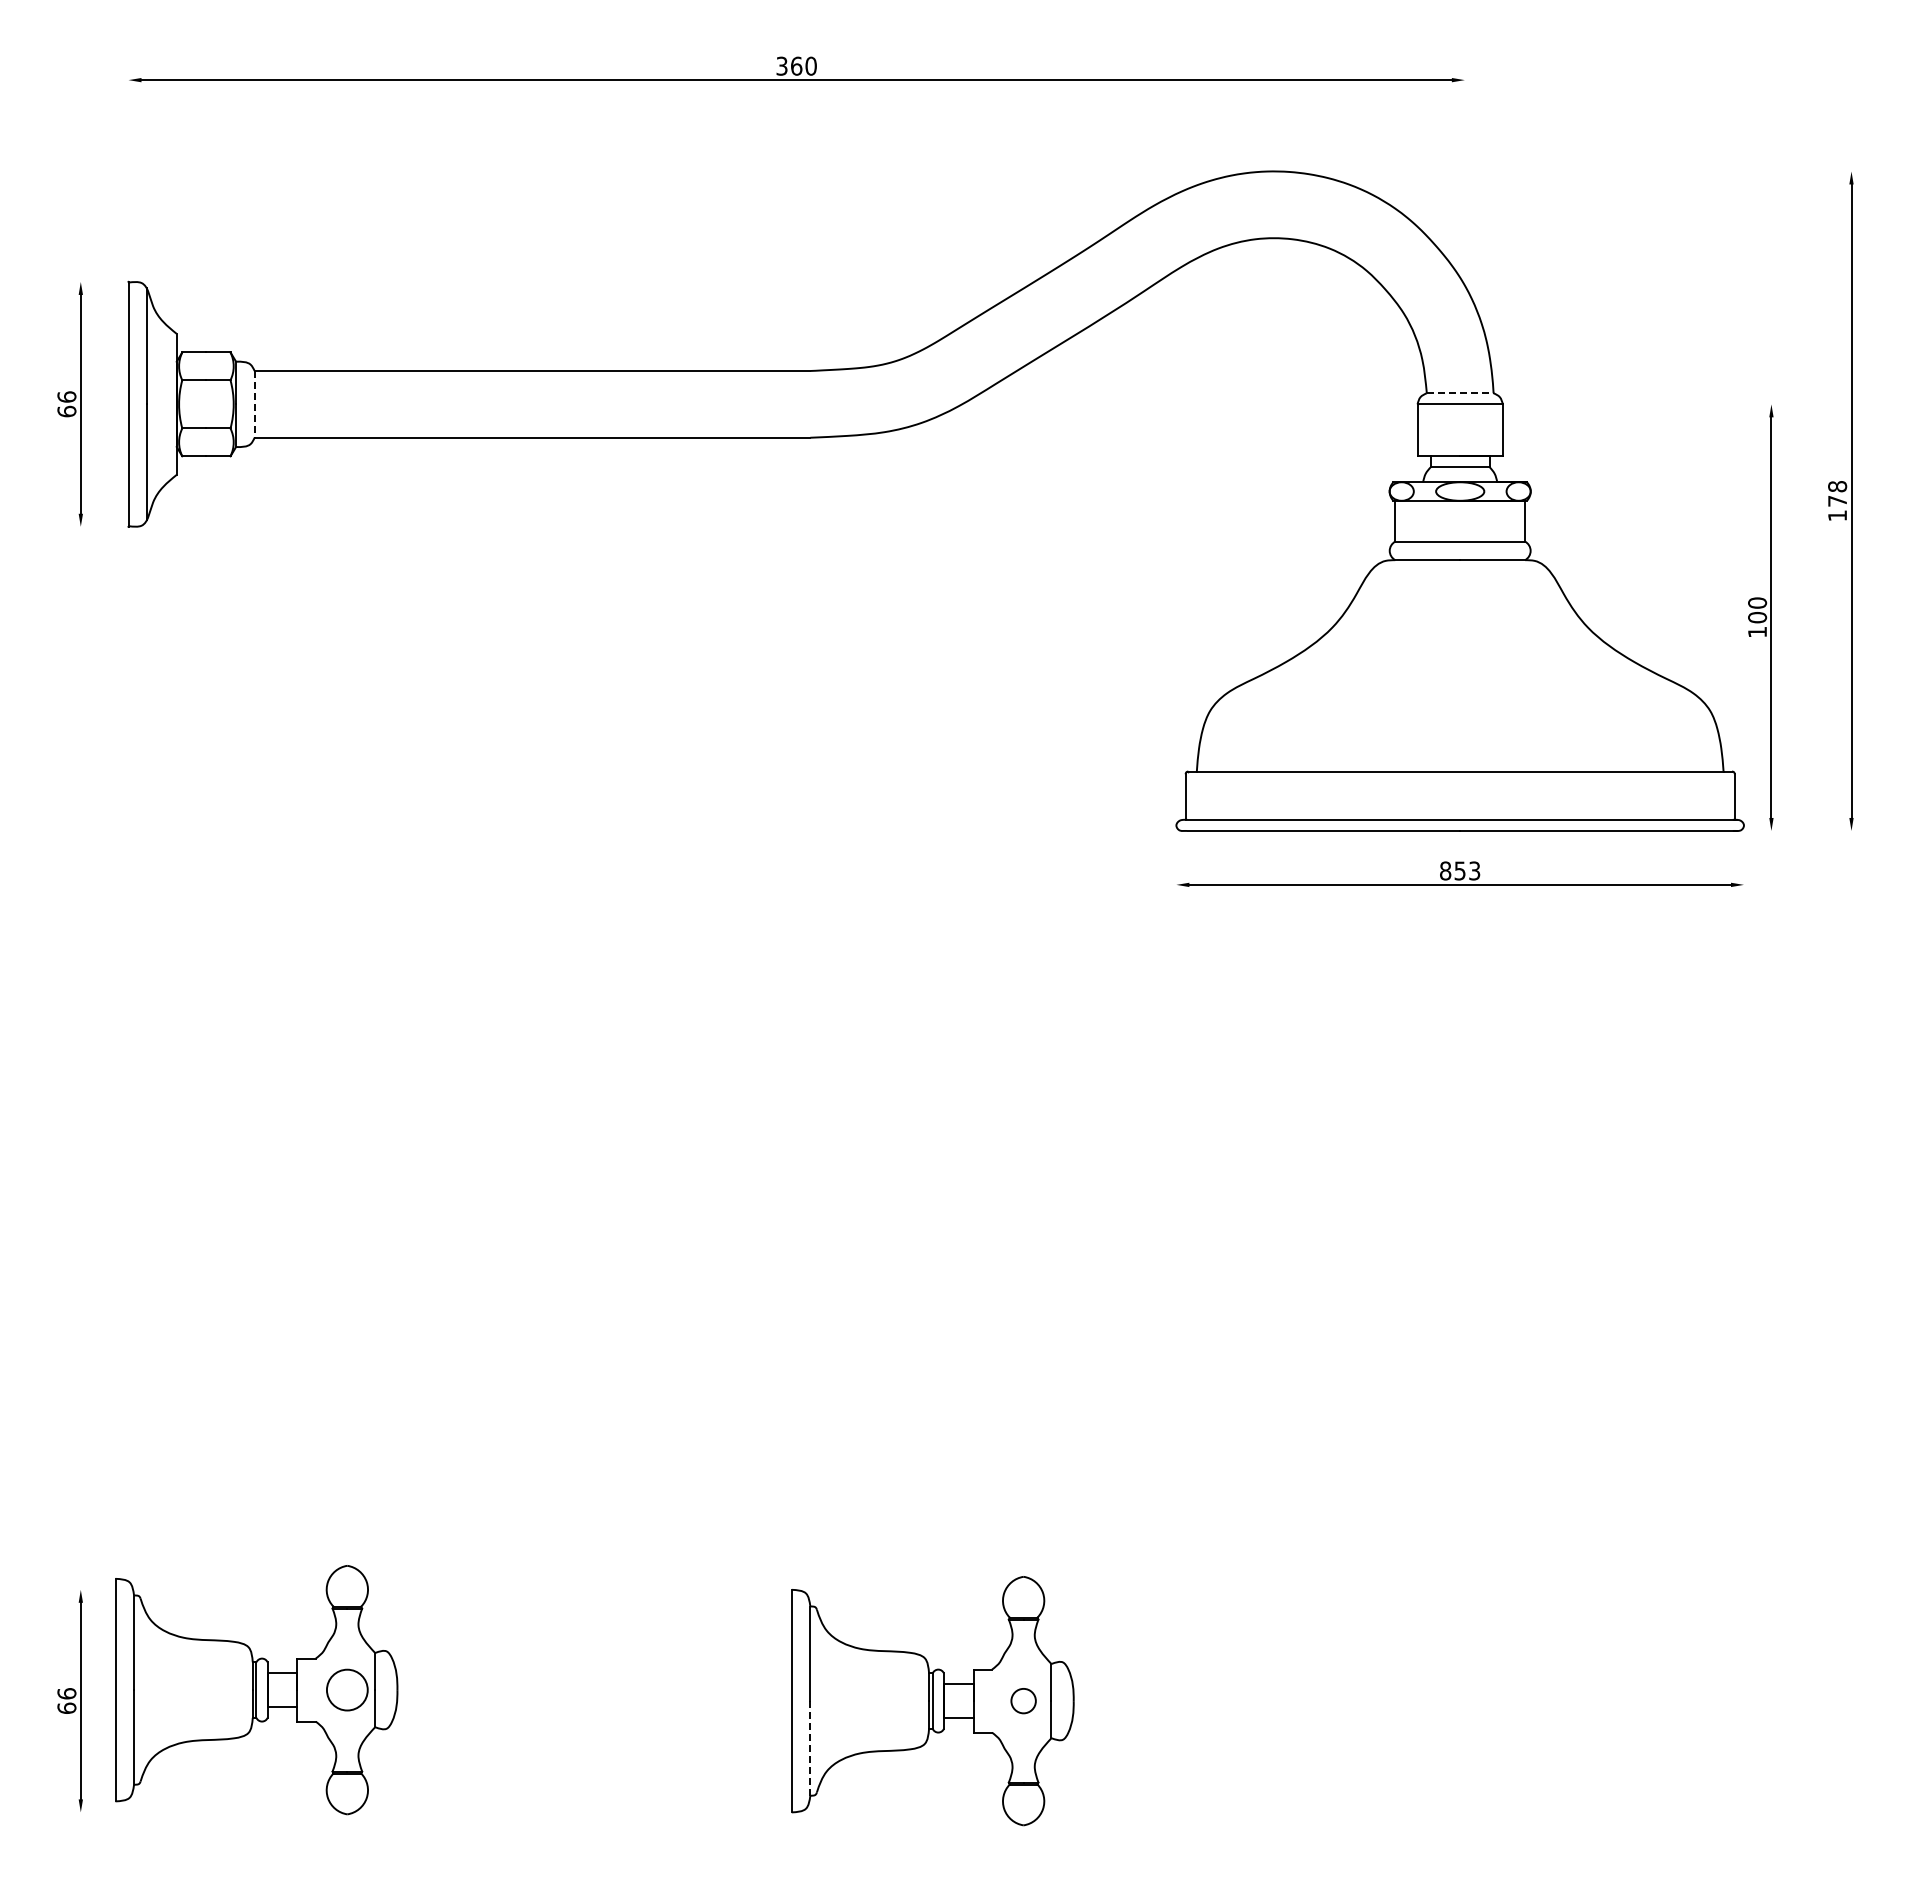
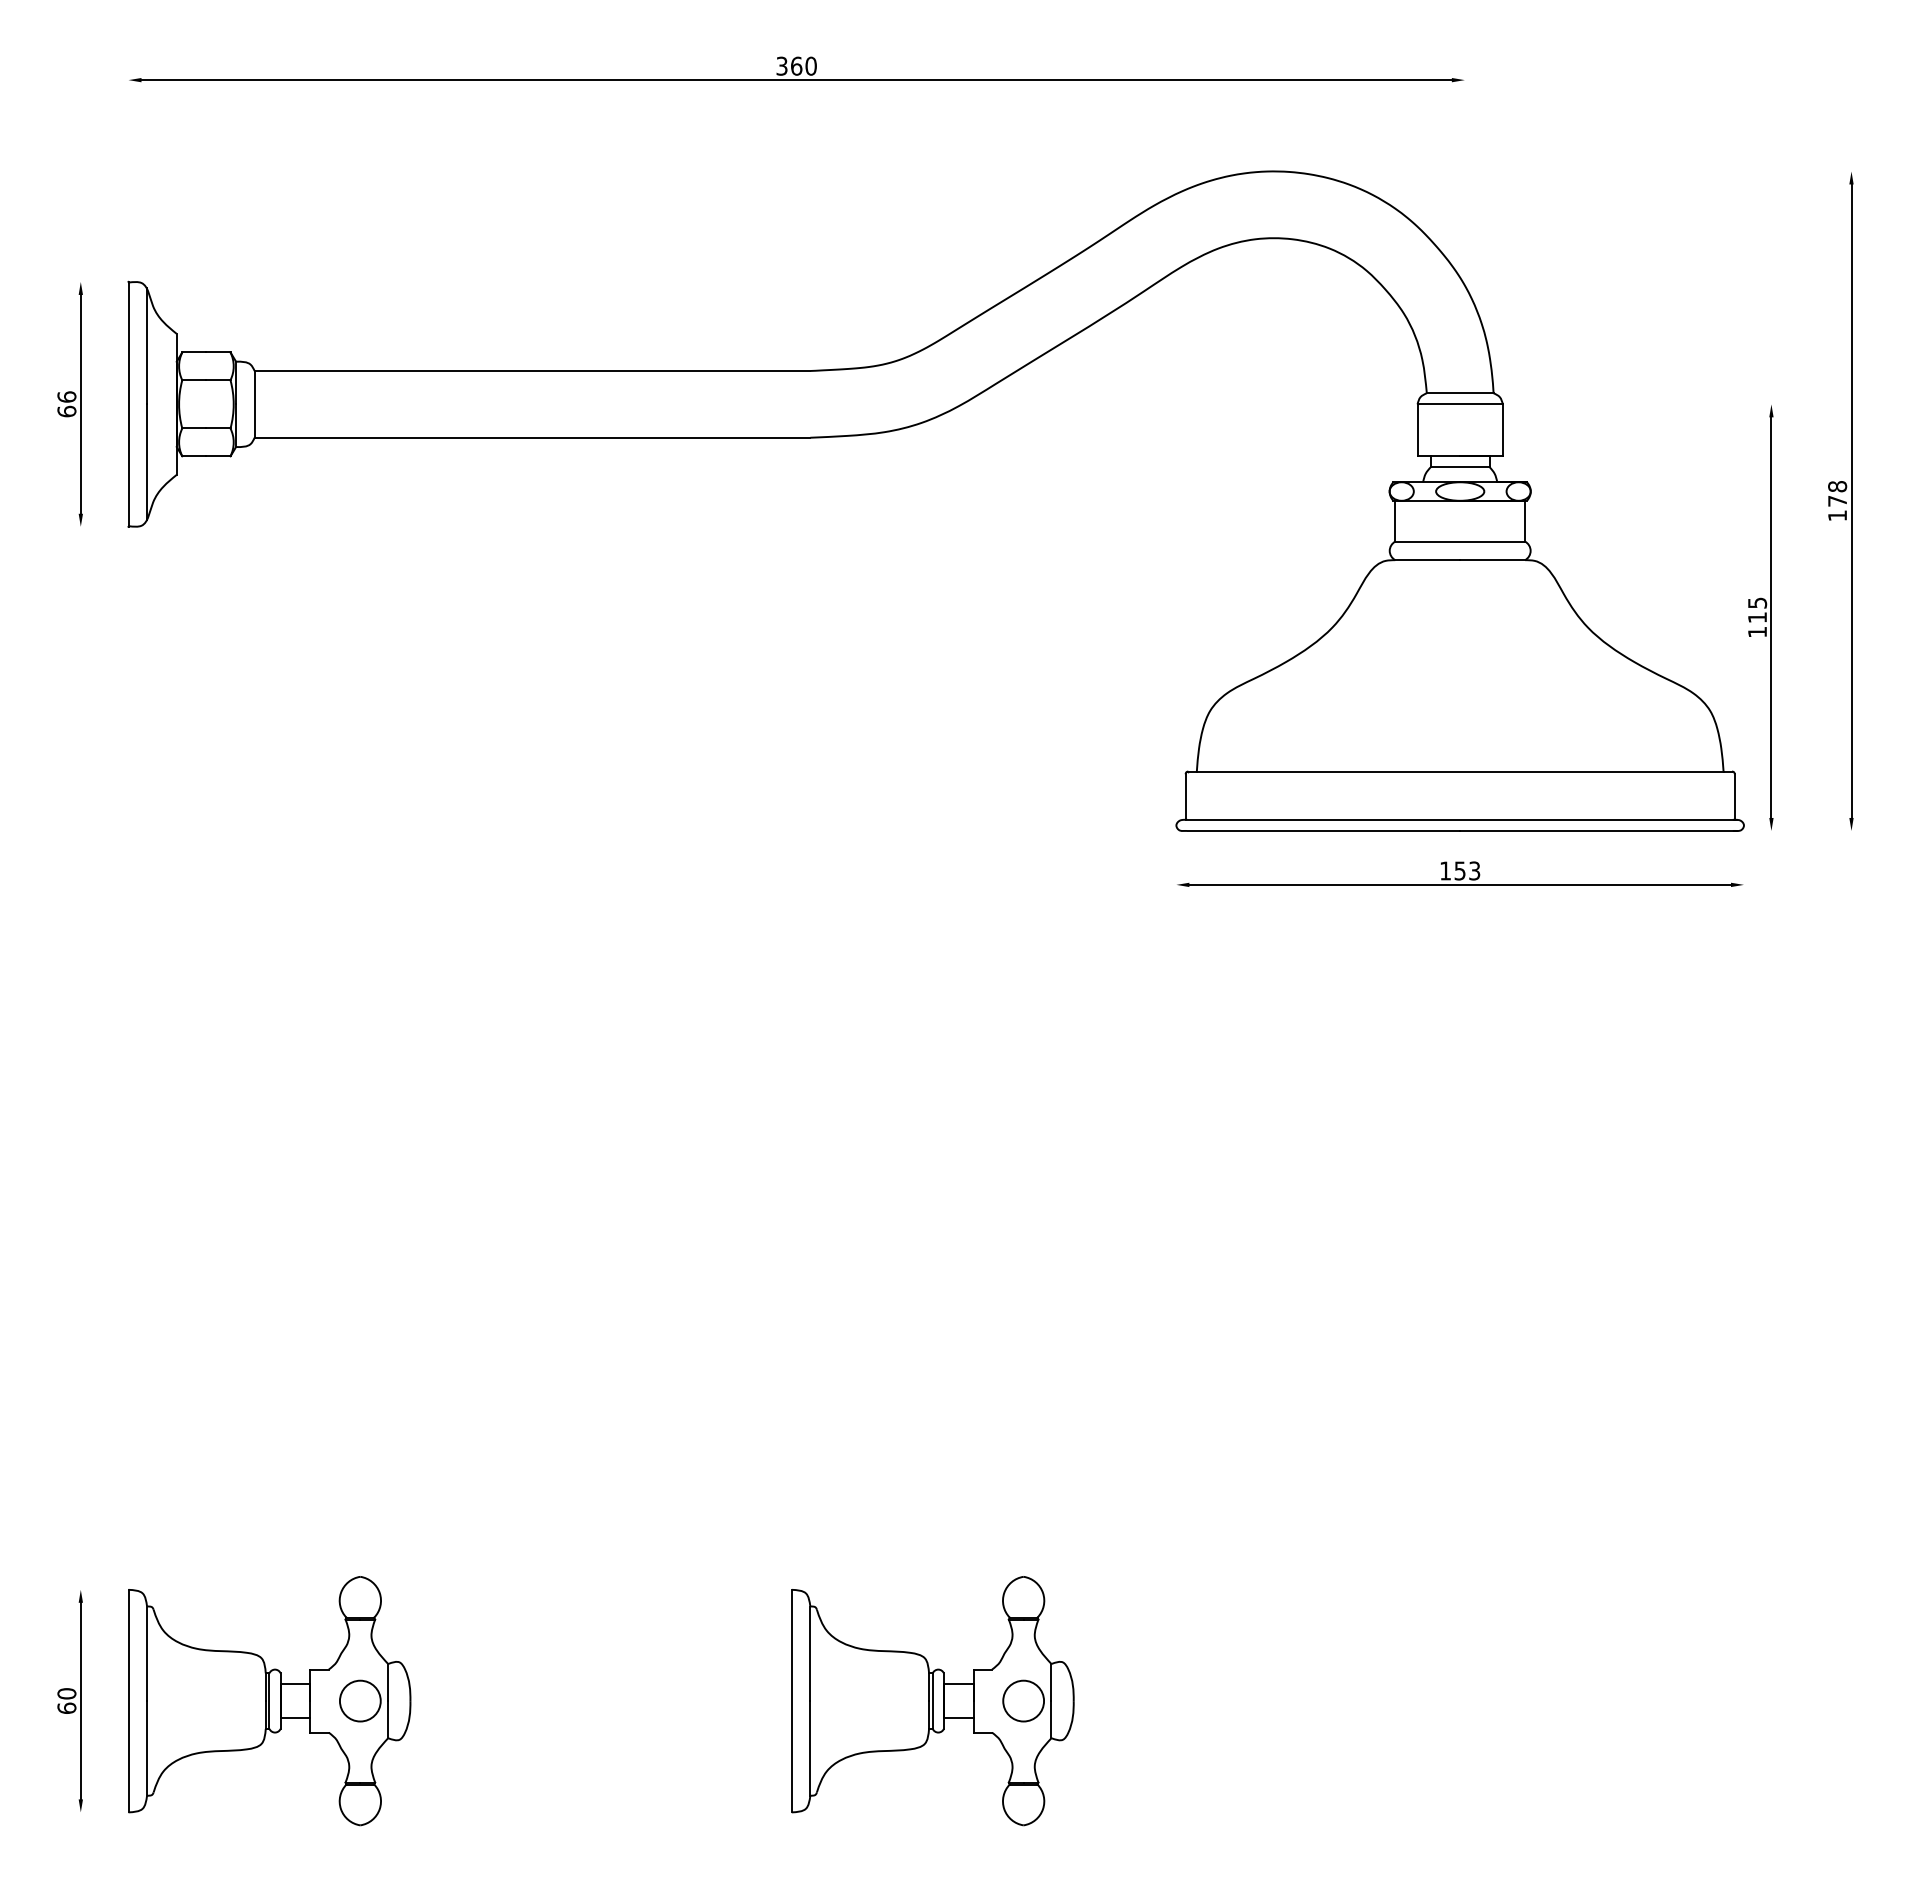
line at (1460, 393): dashed -> solid
line at (254, 404): dashed -> solid
text at (1757, 610): 100 -> 115
text at (1445, 870): 853 -> 153
part at (256, 1690) position: (256, 1690) -> (269, 1701)
text at (66, 1693): 66 -> 60
circle at (1023, 1700) diameter: 24 px -> 41 px
line at (810, 1748): dashed -> solid
